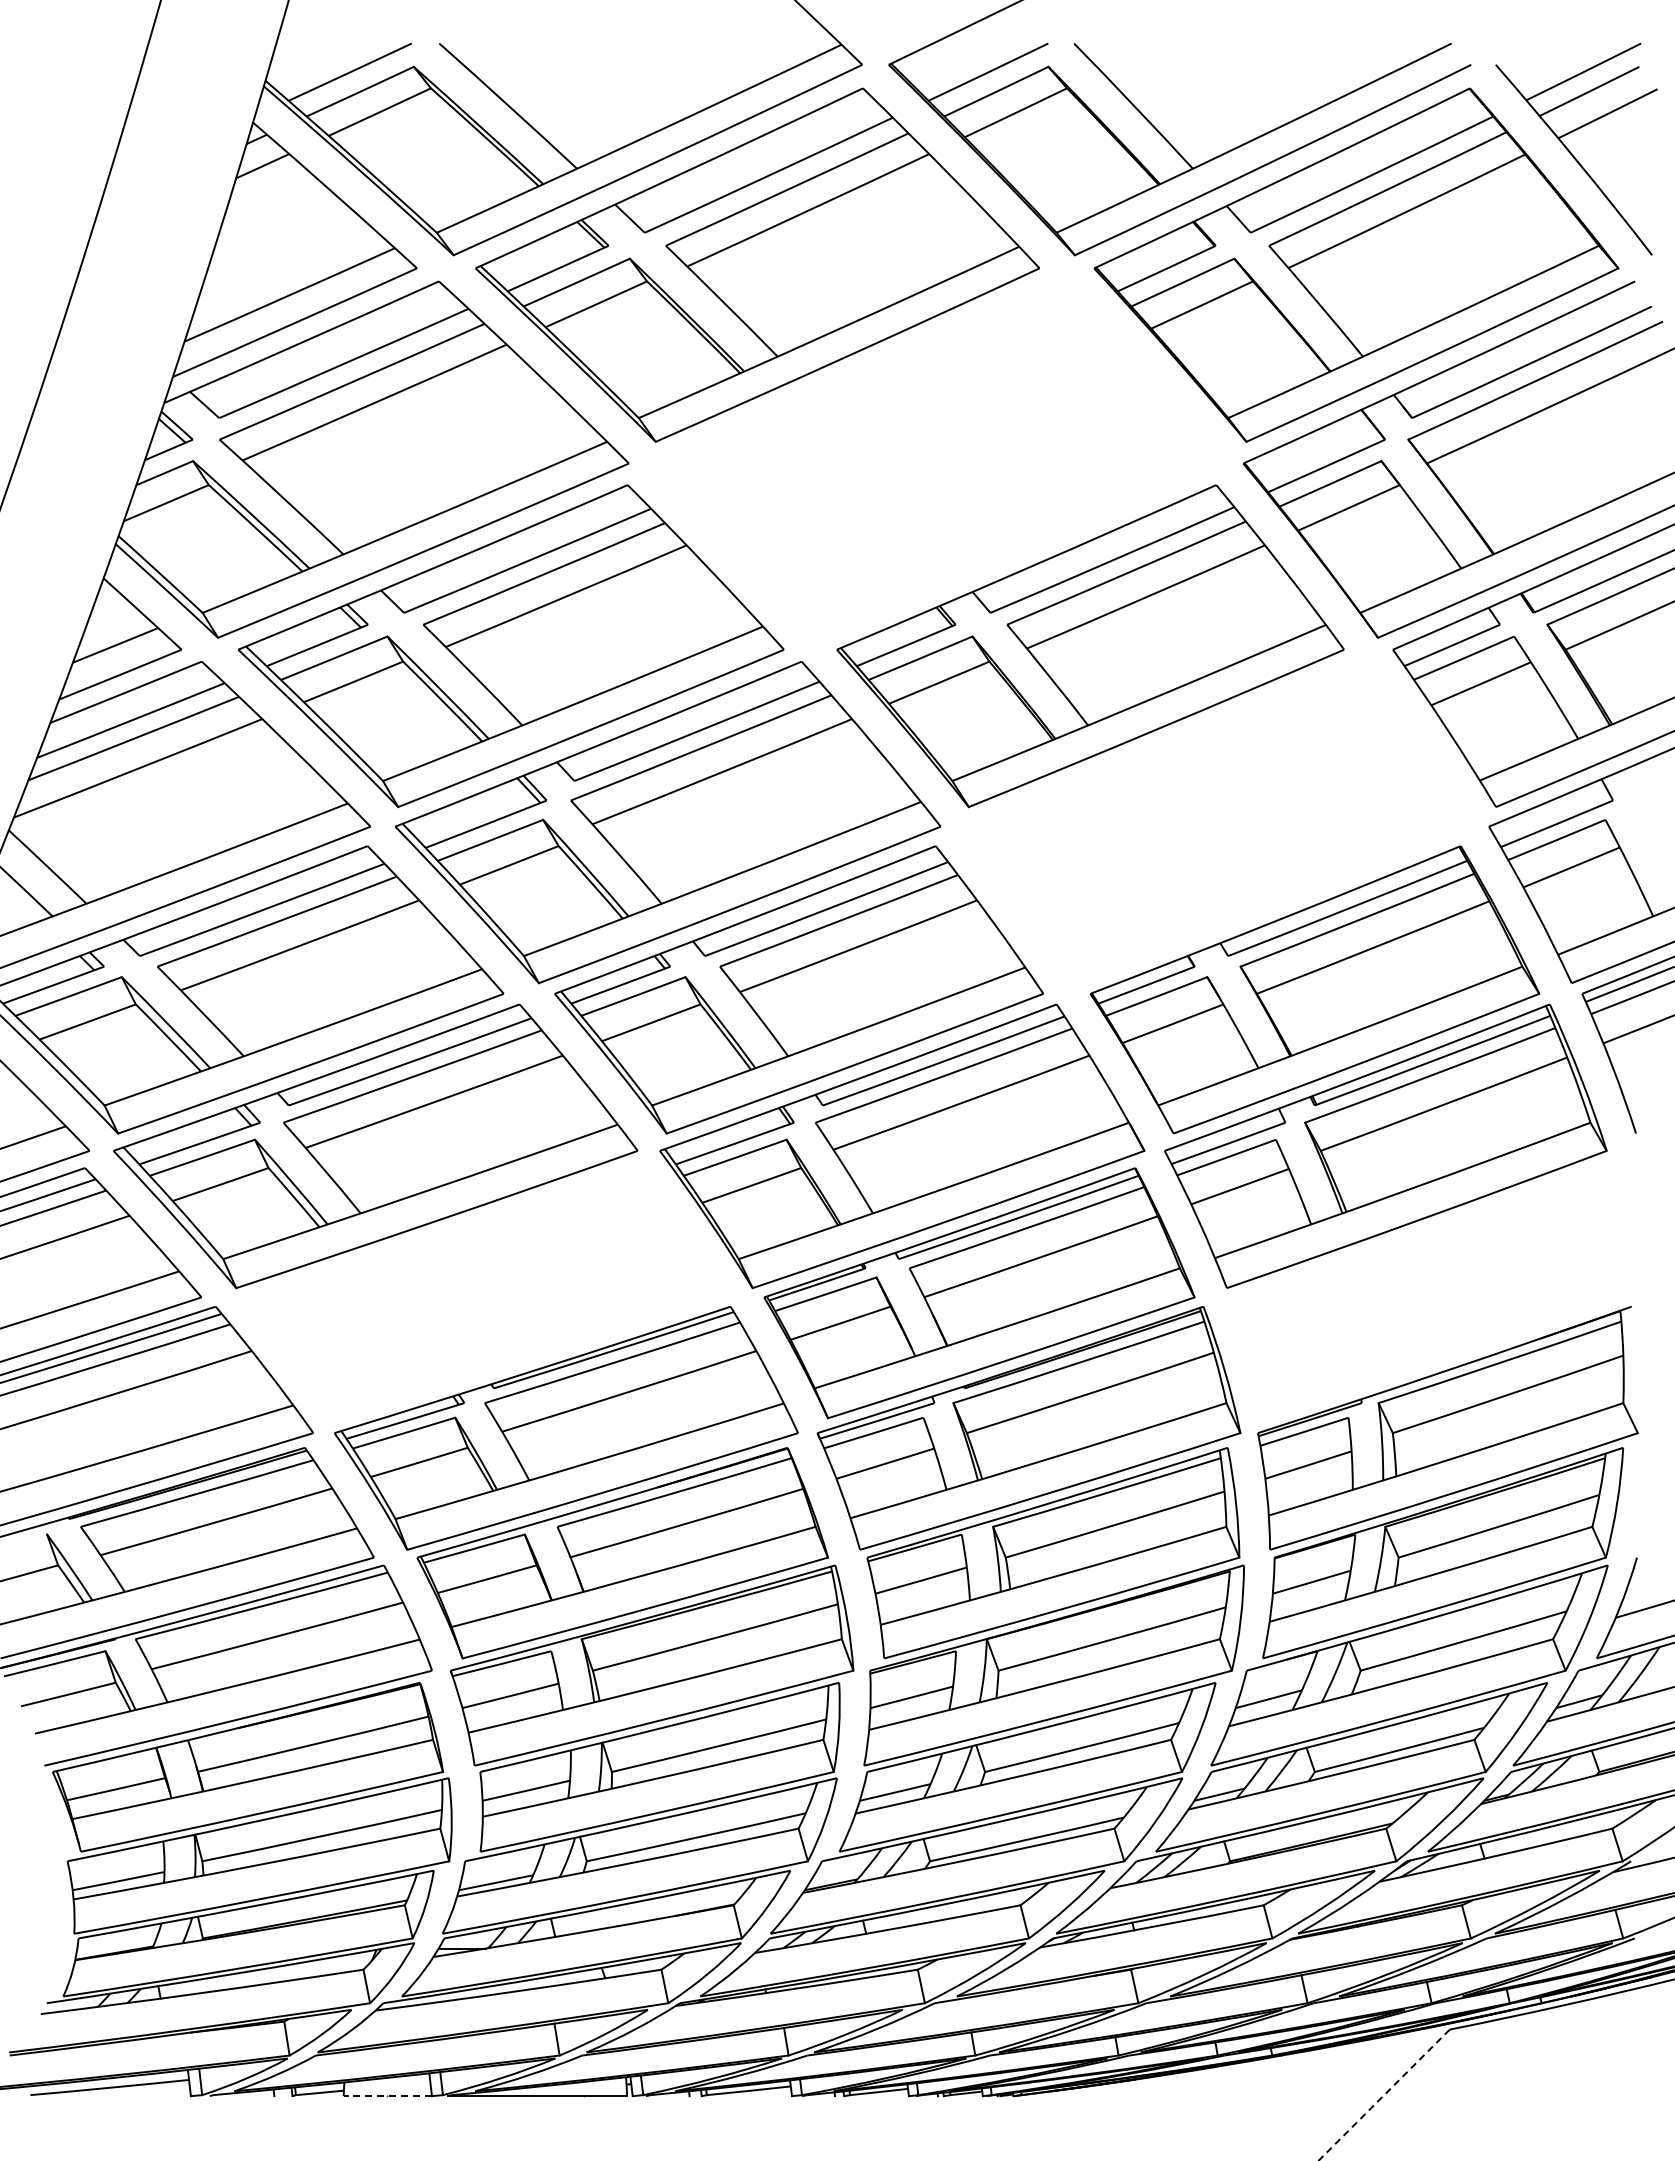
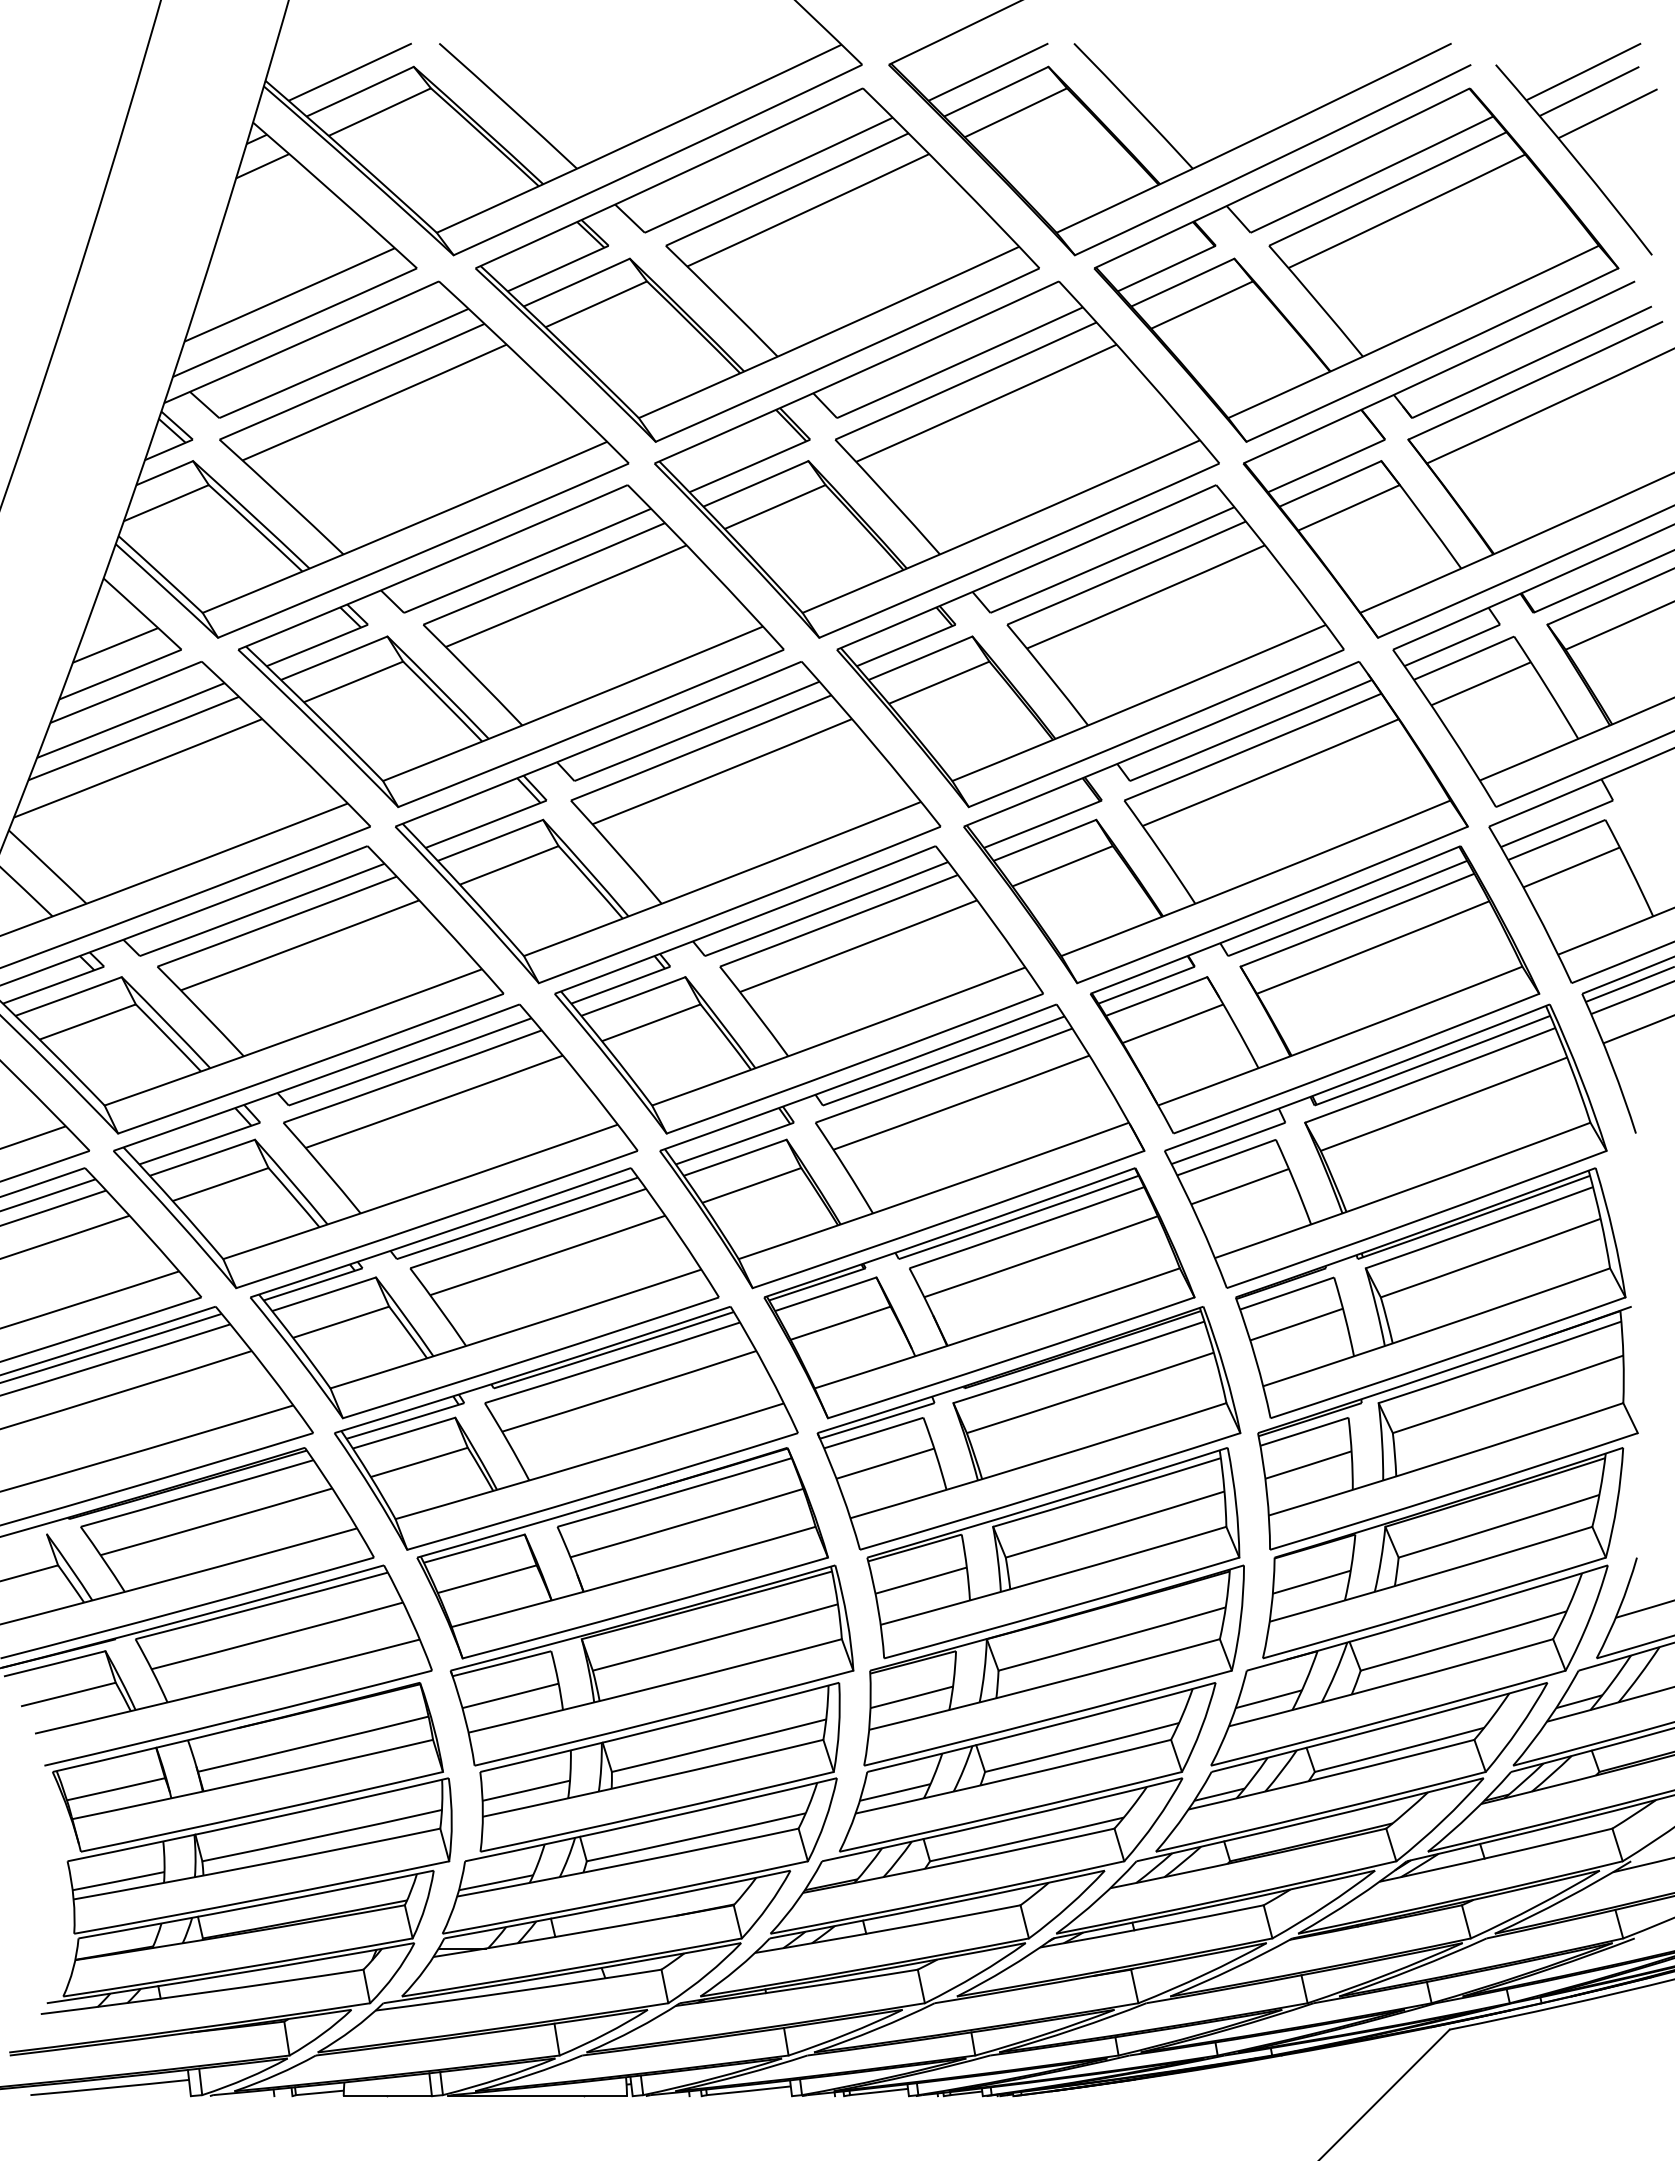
part at (936, 459): none -> present
part at (1215, 822): none -> present
part at (1430, 1292): none -> present
part at (484, 1293): none -> present
line at (1384, 2095): dashed -> solid
line at (387, 2096): dashed -> solid
